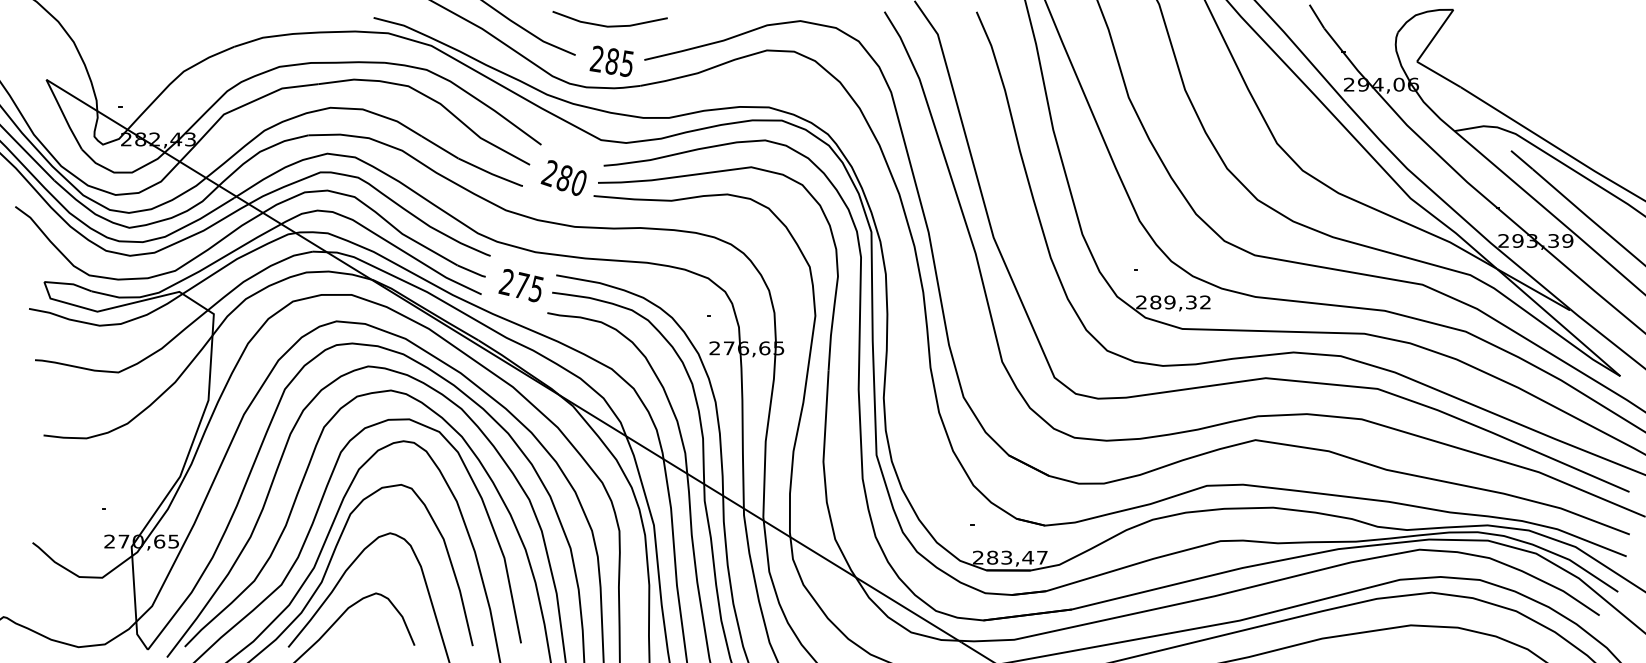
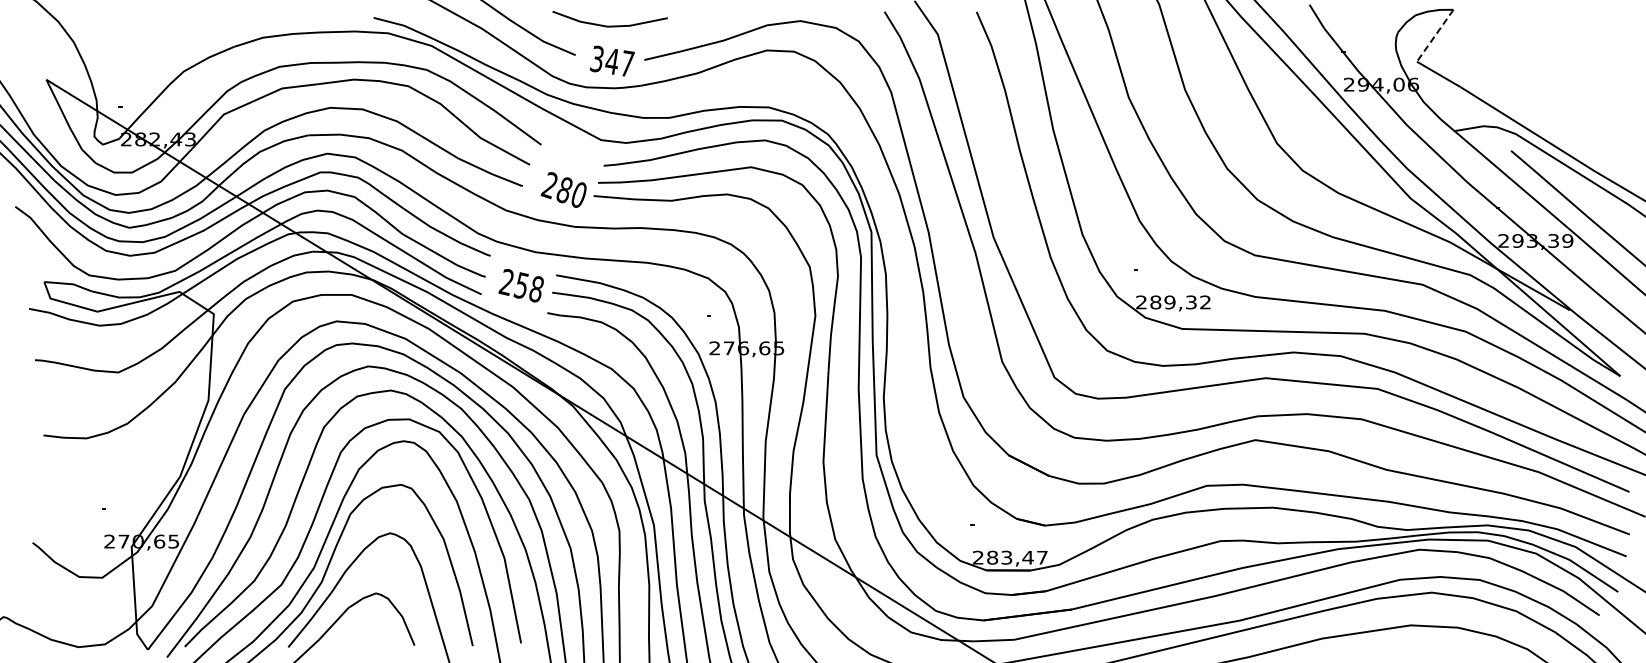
line at (1435, 35): solid -> dashed
text at (611, 60): 285 -> 347
text at (563, 177) position: (563, 177) -> (563, 189)
text at (528, 287): 275 -> 258
